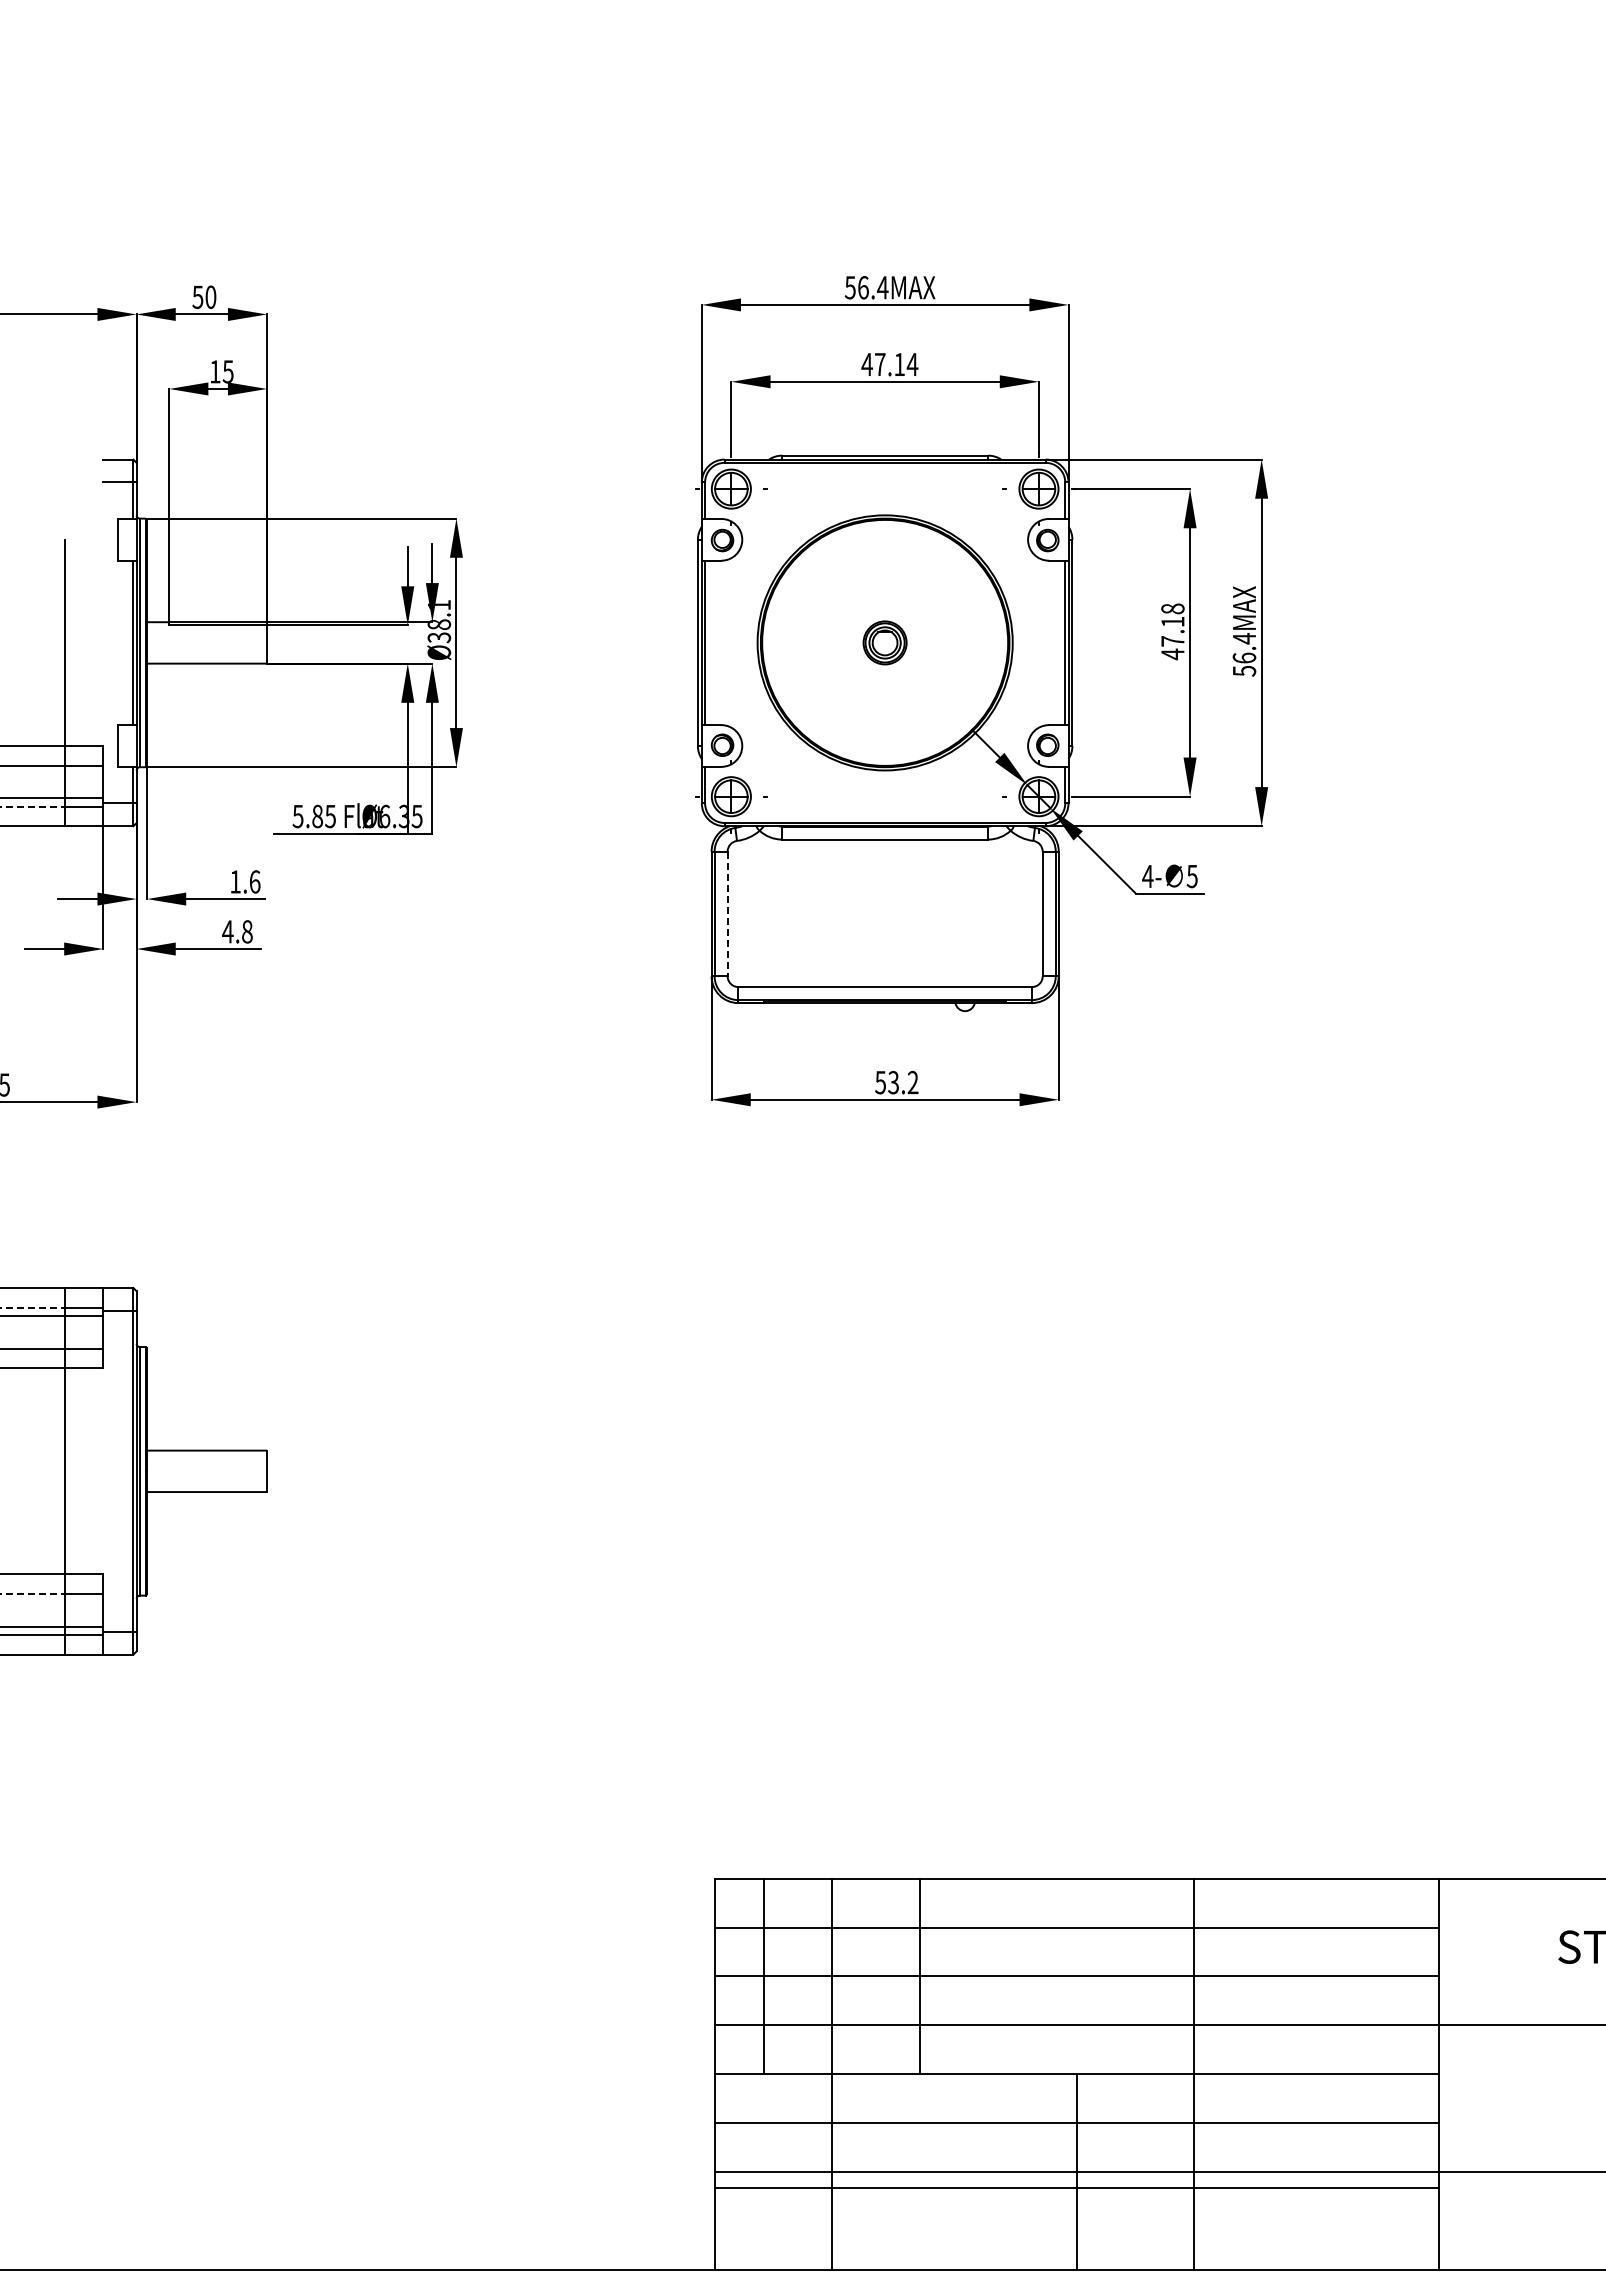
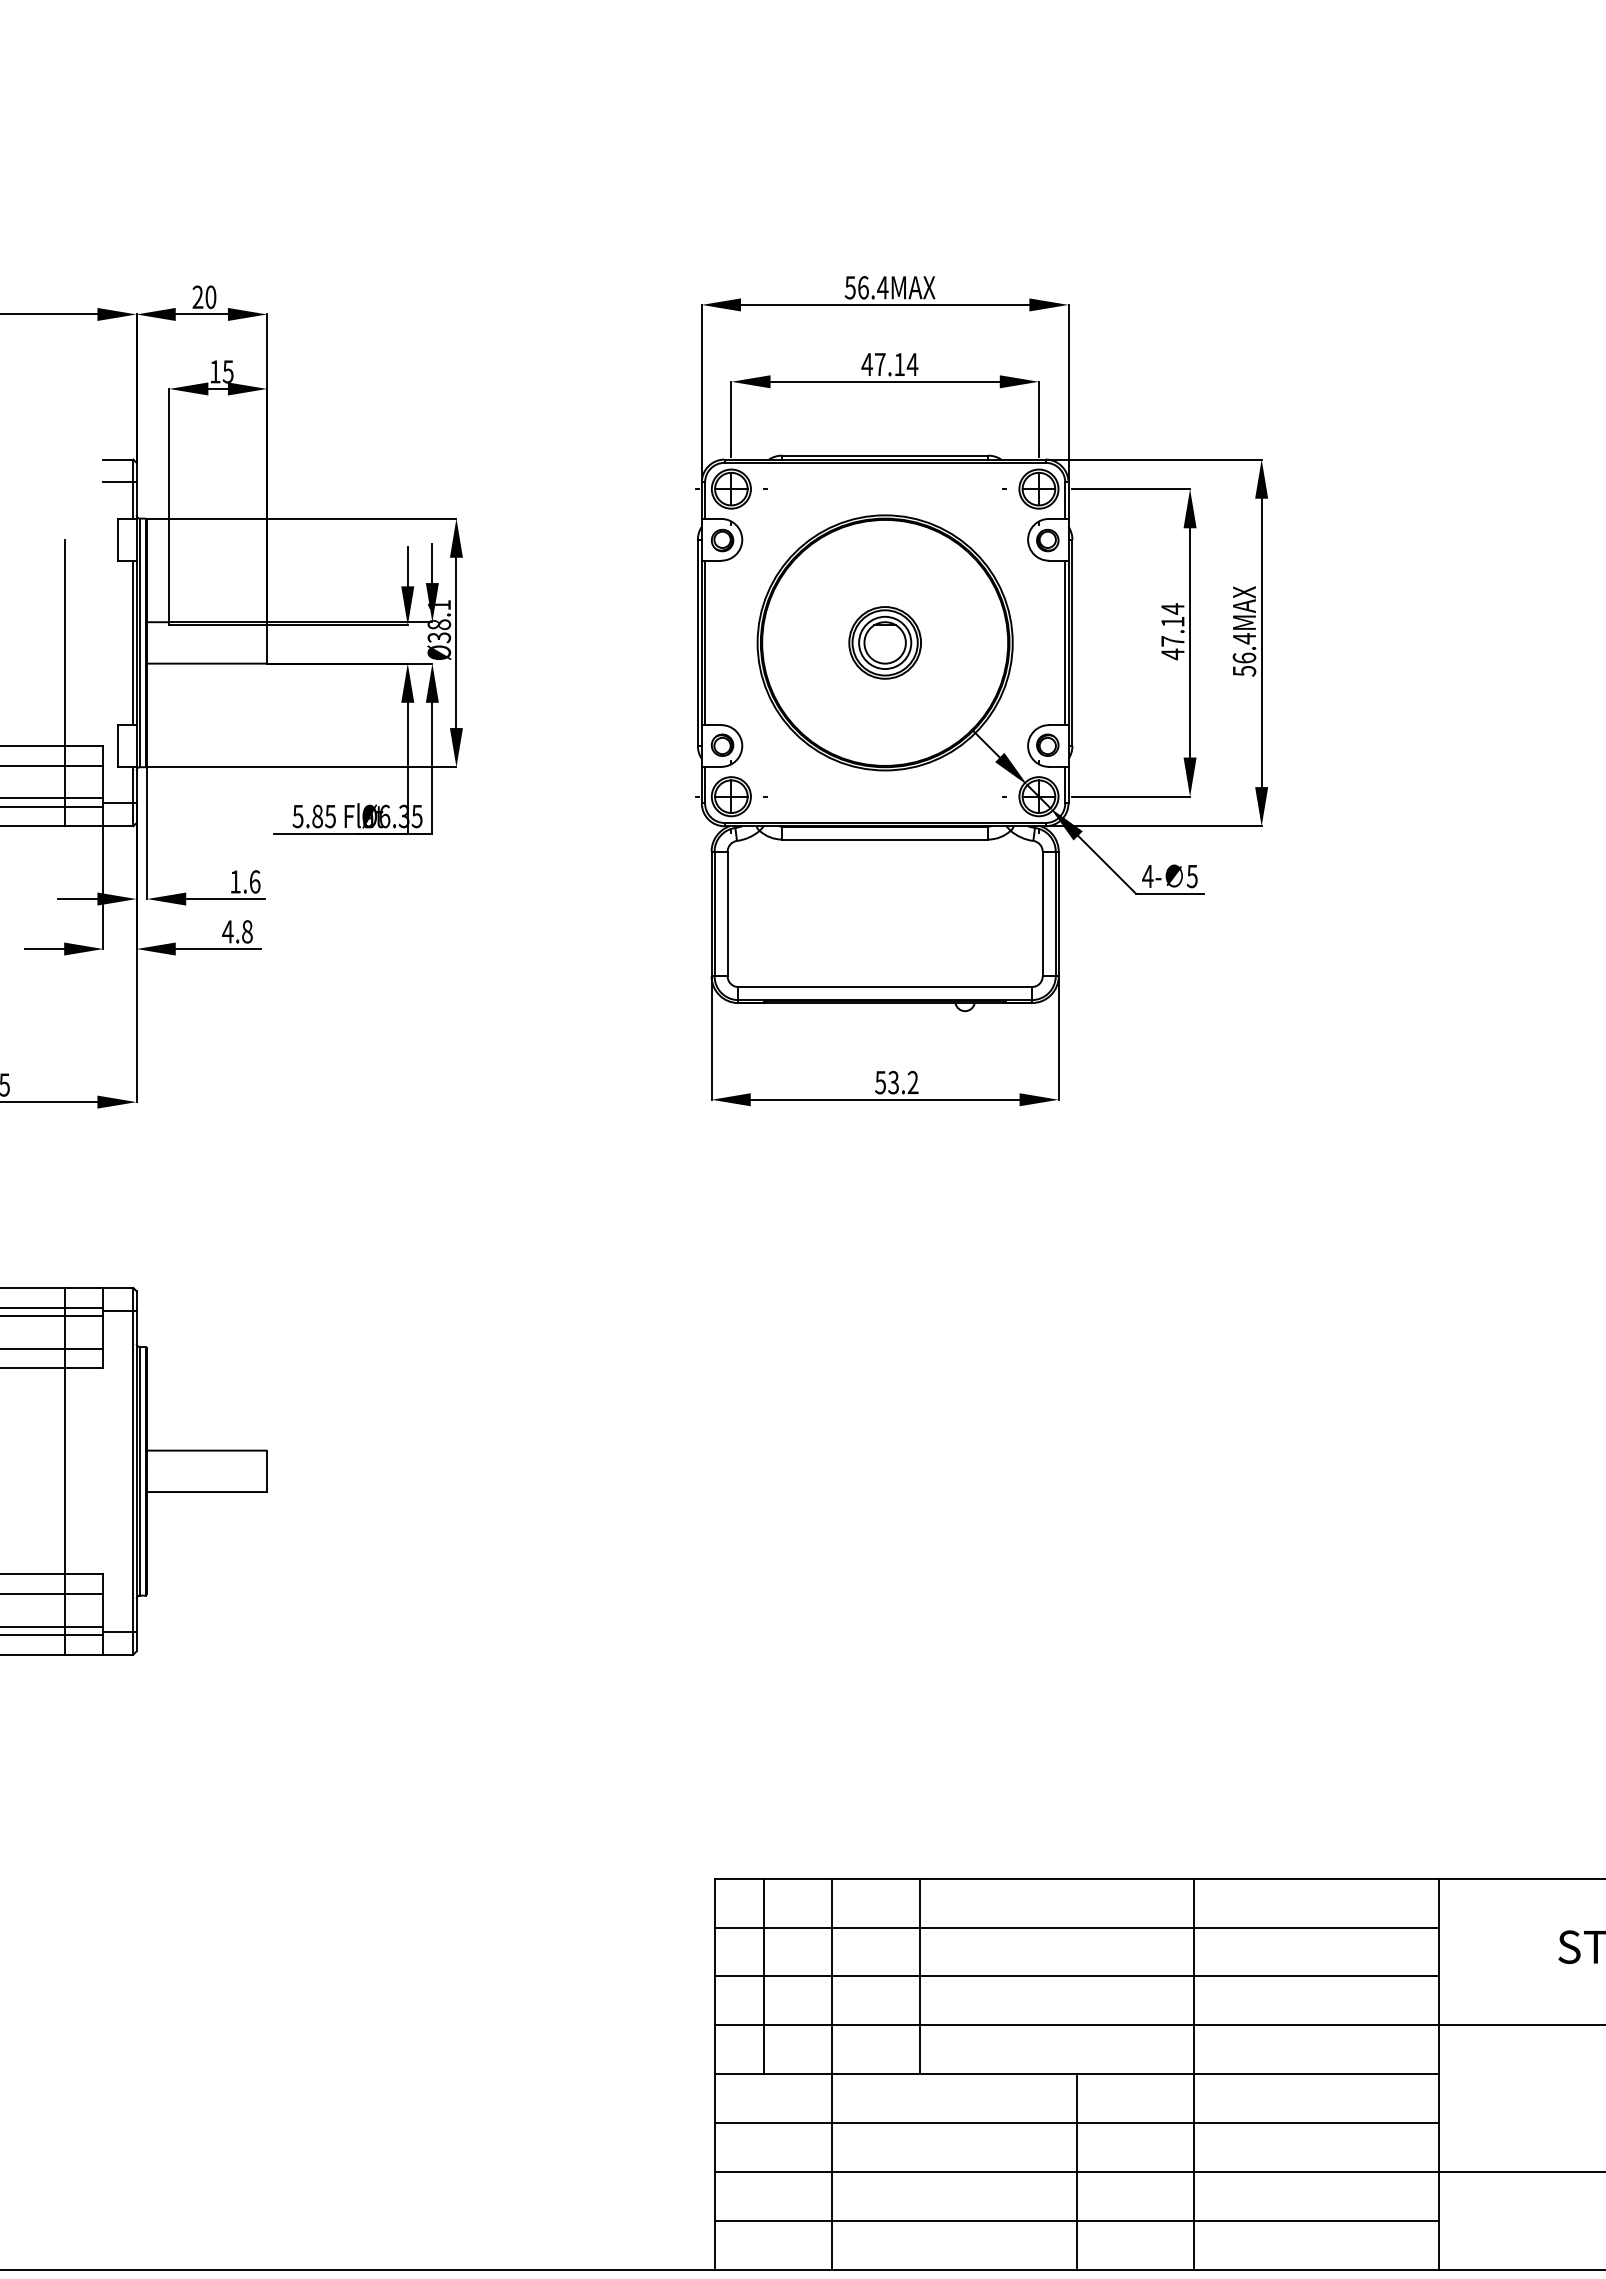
text at (197, 297): 50 -> 20
text at (1172, 608): 47.18 -> 47.14
part at (884, 642) size: 46x46 px -> 74x74 px
line at (32, 806): dashed -> solid
line at (727, 914): dashed -> solid
line at (32, 1307): dashed -> solid
line at (32, 1594): dashed -> solid
line at (1076, 2188) position: (1076, 2188) -> (1076, 2221)
